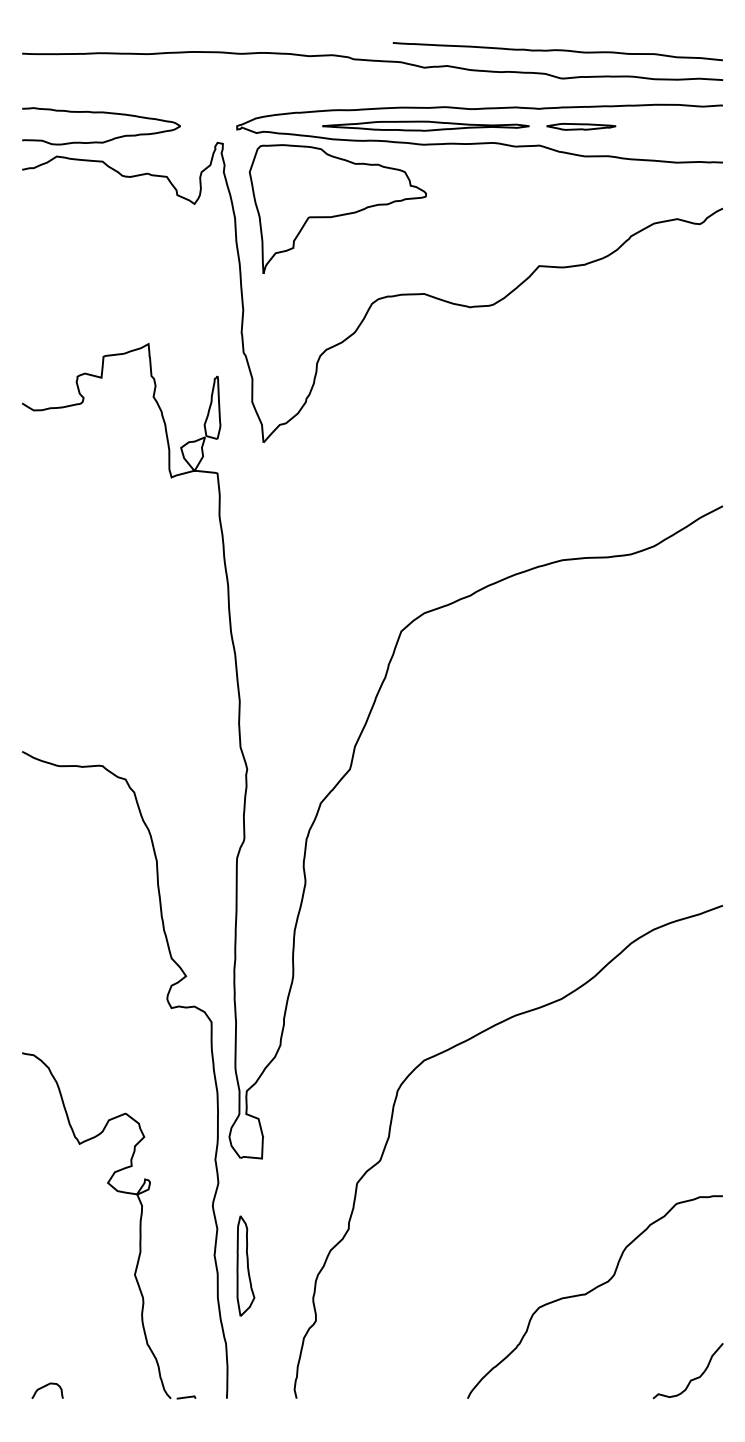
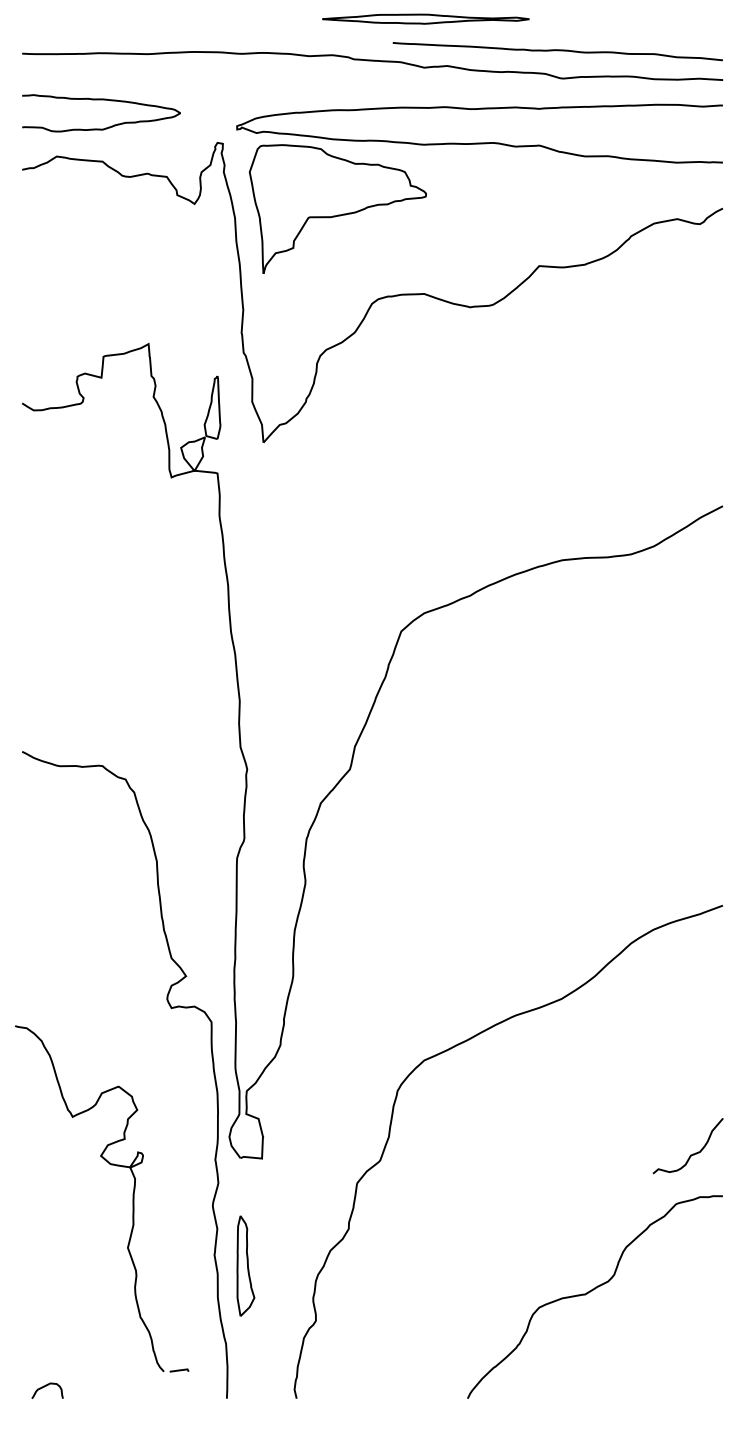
curve at (101, 113) position: (101, 113) -> (101, 100)
part at (425, 125) position: (425, 125) -> (425, 18)
part at (581, 126): present -> none
part at (139, 1225) position: (139, 1225) -> (132, 1198)
curve at (690, 1379) position: (690, 1379) -> (690, 1154)
